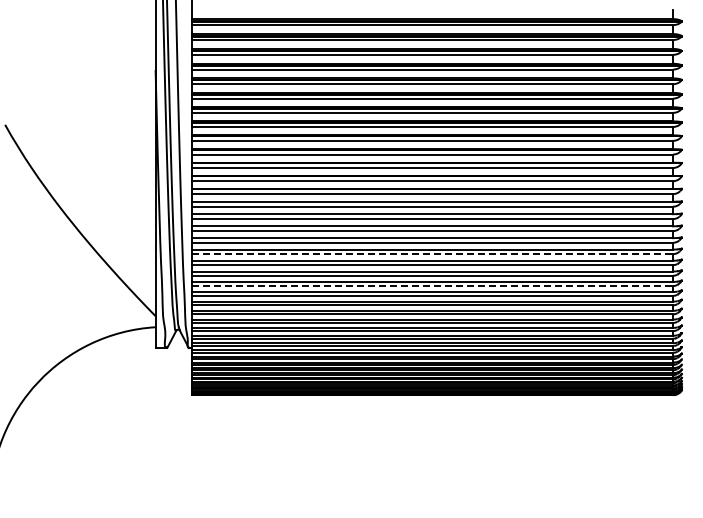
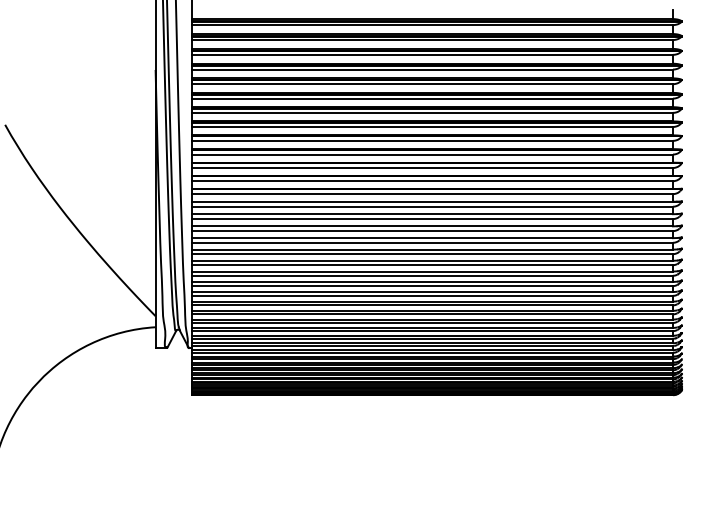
line at (432, 254): dashed -> solid
line at (432, 286): dashed -> solid
